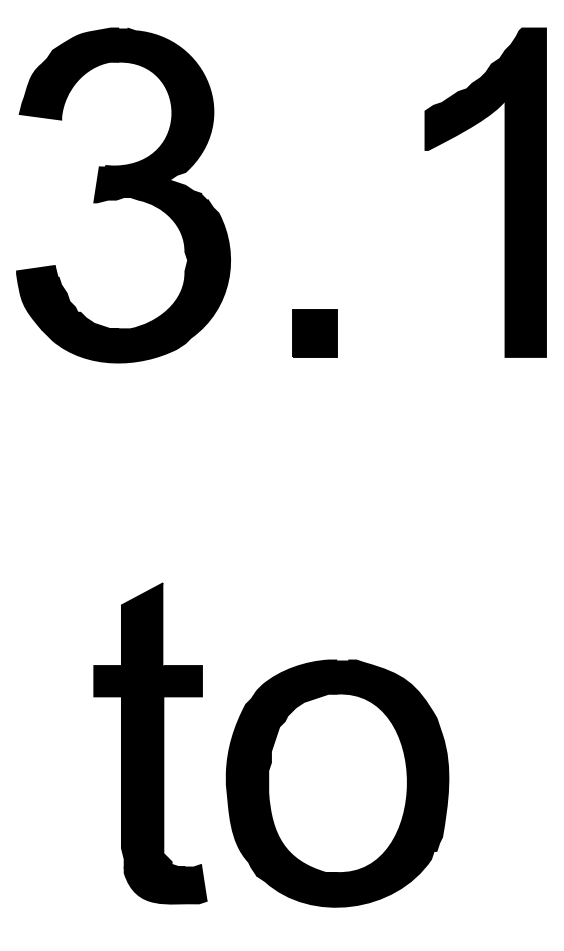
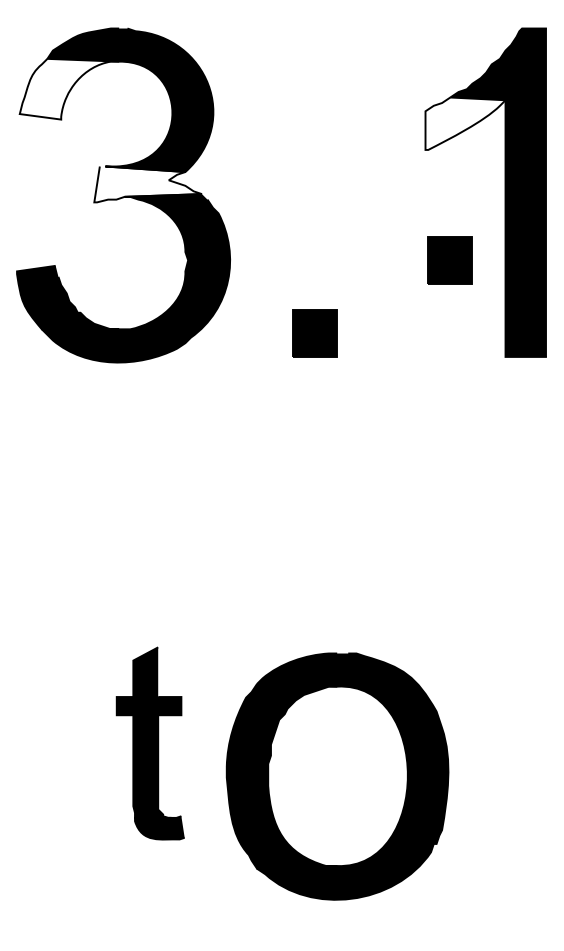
fill at (69, 88): present -> none
fill at (465, 123): present -> none
fill at (147, 184): present -> none
part at (449, 260): none -> present
part at (150, 743) size: 115x323 px -> 70x195 px
part at (337, 783) position: (337, 783) -> (337, 776)
